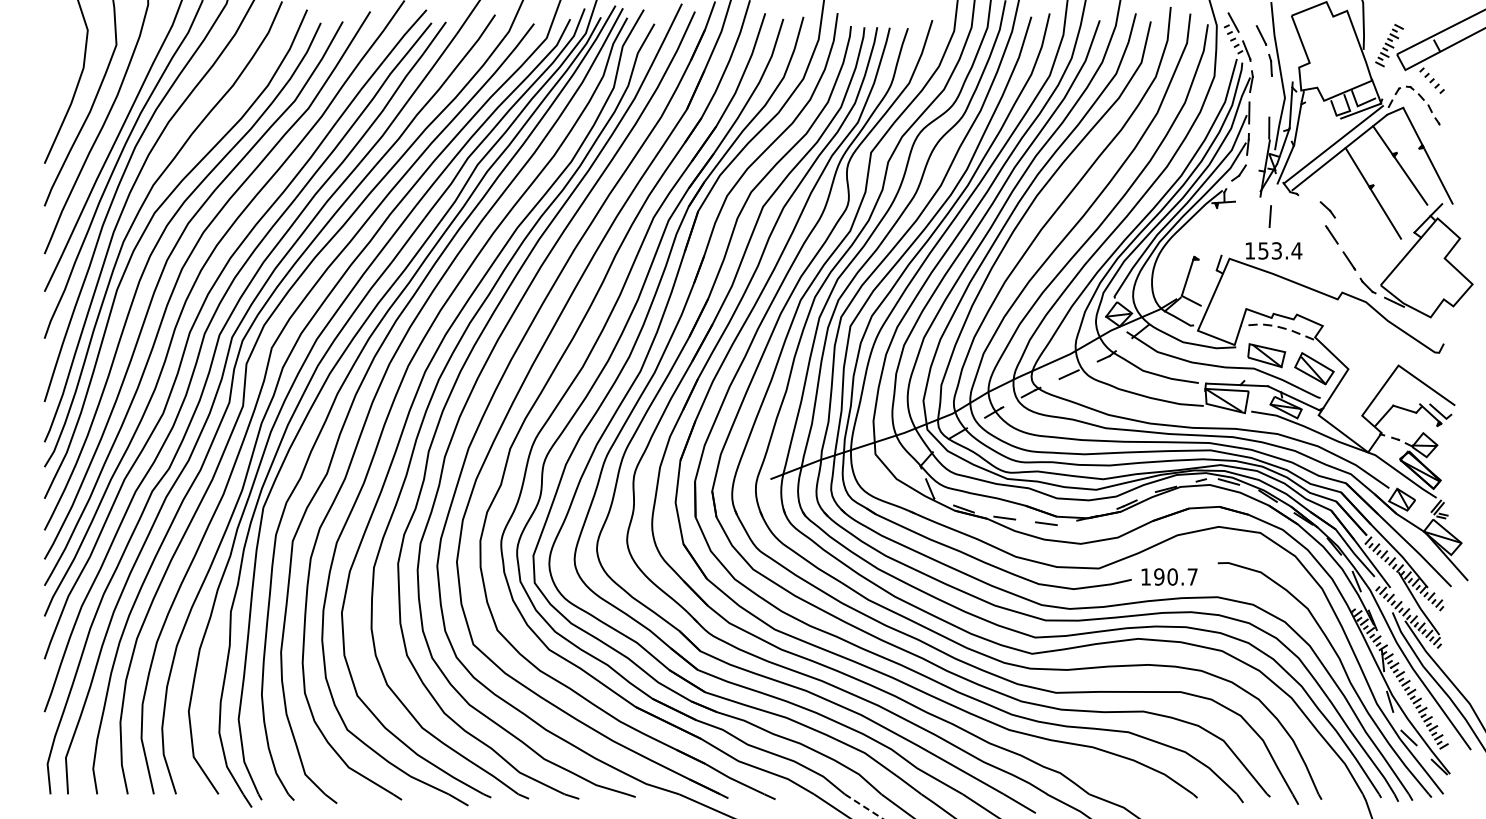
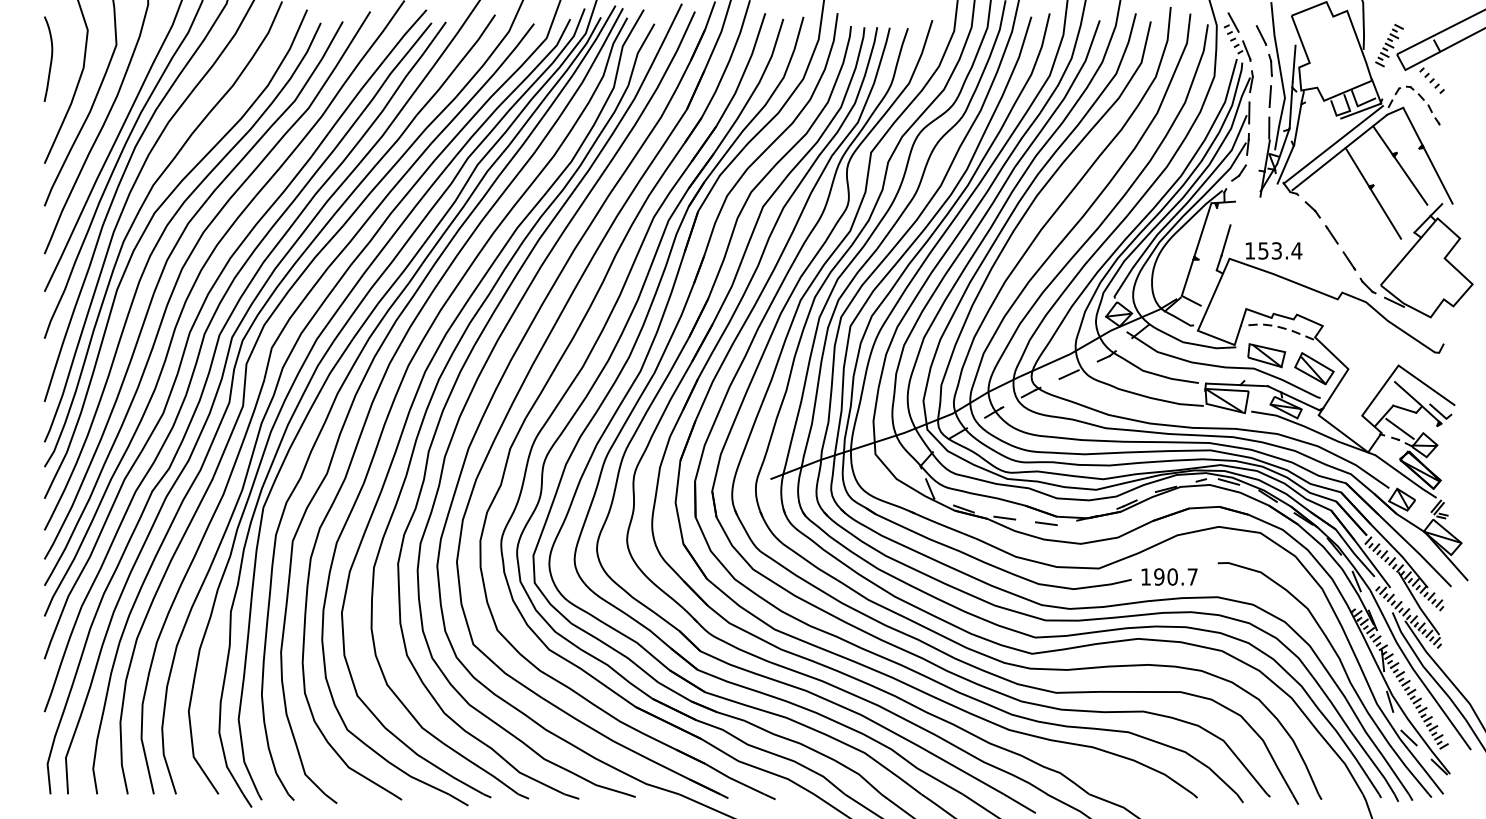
curve at (50, 58): none -> present
line at (1293, 63): none -> present
part at (1327, 209) position: (1327, 209) -> (1312, 209)
line at (1269, 216) position: (1269, 216) -> (1269, 96)
line at (1202, 229): none -> present
line at (1225, 240): none -> present
line at (1406, 392): none -> present
line at (1399, 428): none -> present
line at (863, 806): dashed -> solid
